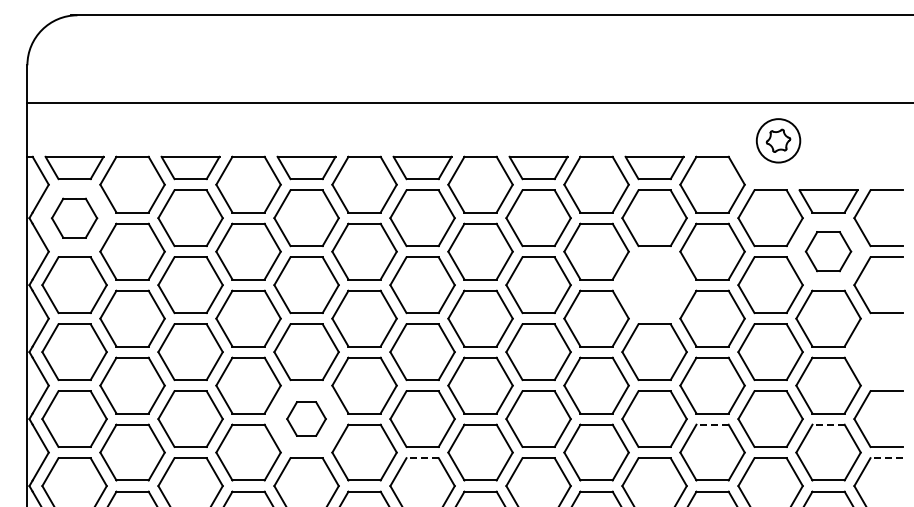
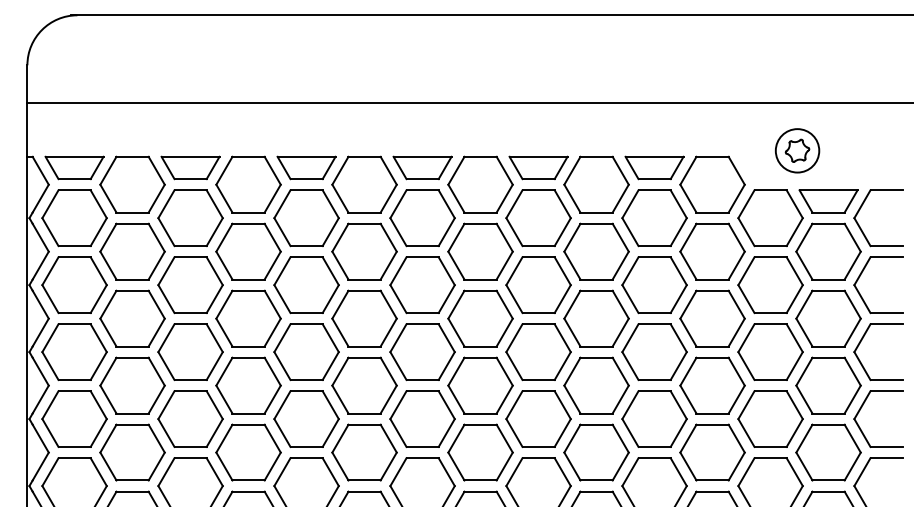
part at (778, 140) position: (778, 140) -> (797, 150)
part at (74, 217) size: 49x42 px -> 67x59 px
part at (828, 251) size: 49x42 px -> 67x59 px
part at (654, 285): none -> present
part at (862, 340): none -> present
part at (306, 418) size: 41x36 px -> 67x58 px
line at (712, 424): dashed -> solid
line at (828, 424): dashed -> solid
line at (422, 458): dashed -> solid
line at (886, 458): dashed -> solid
